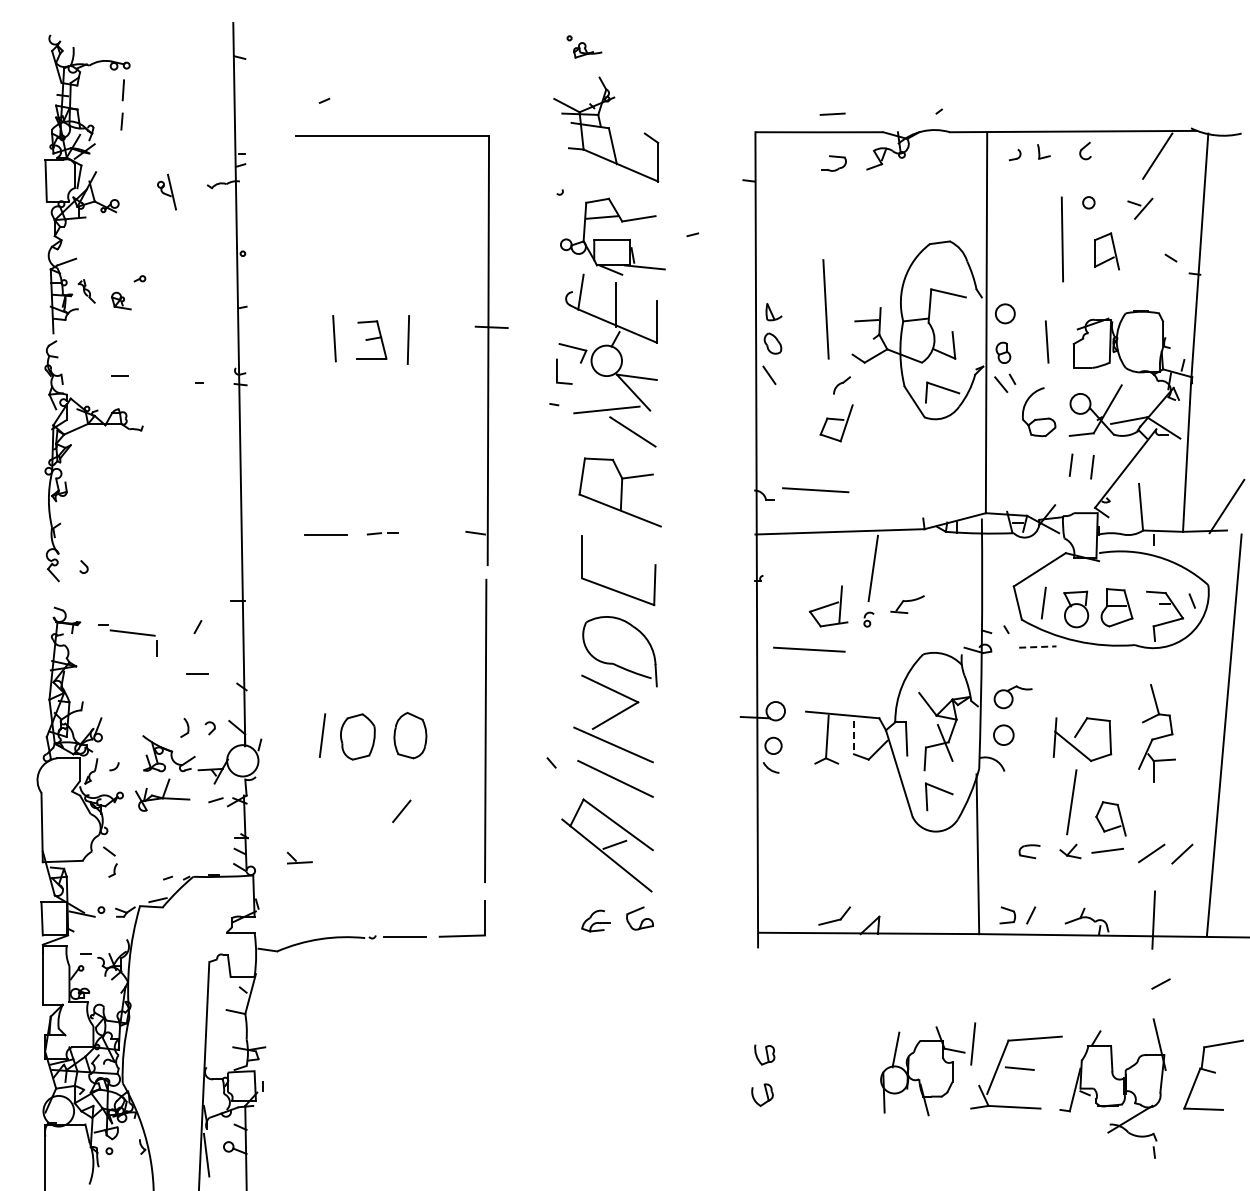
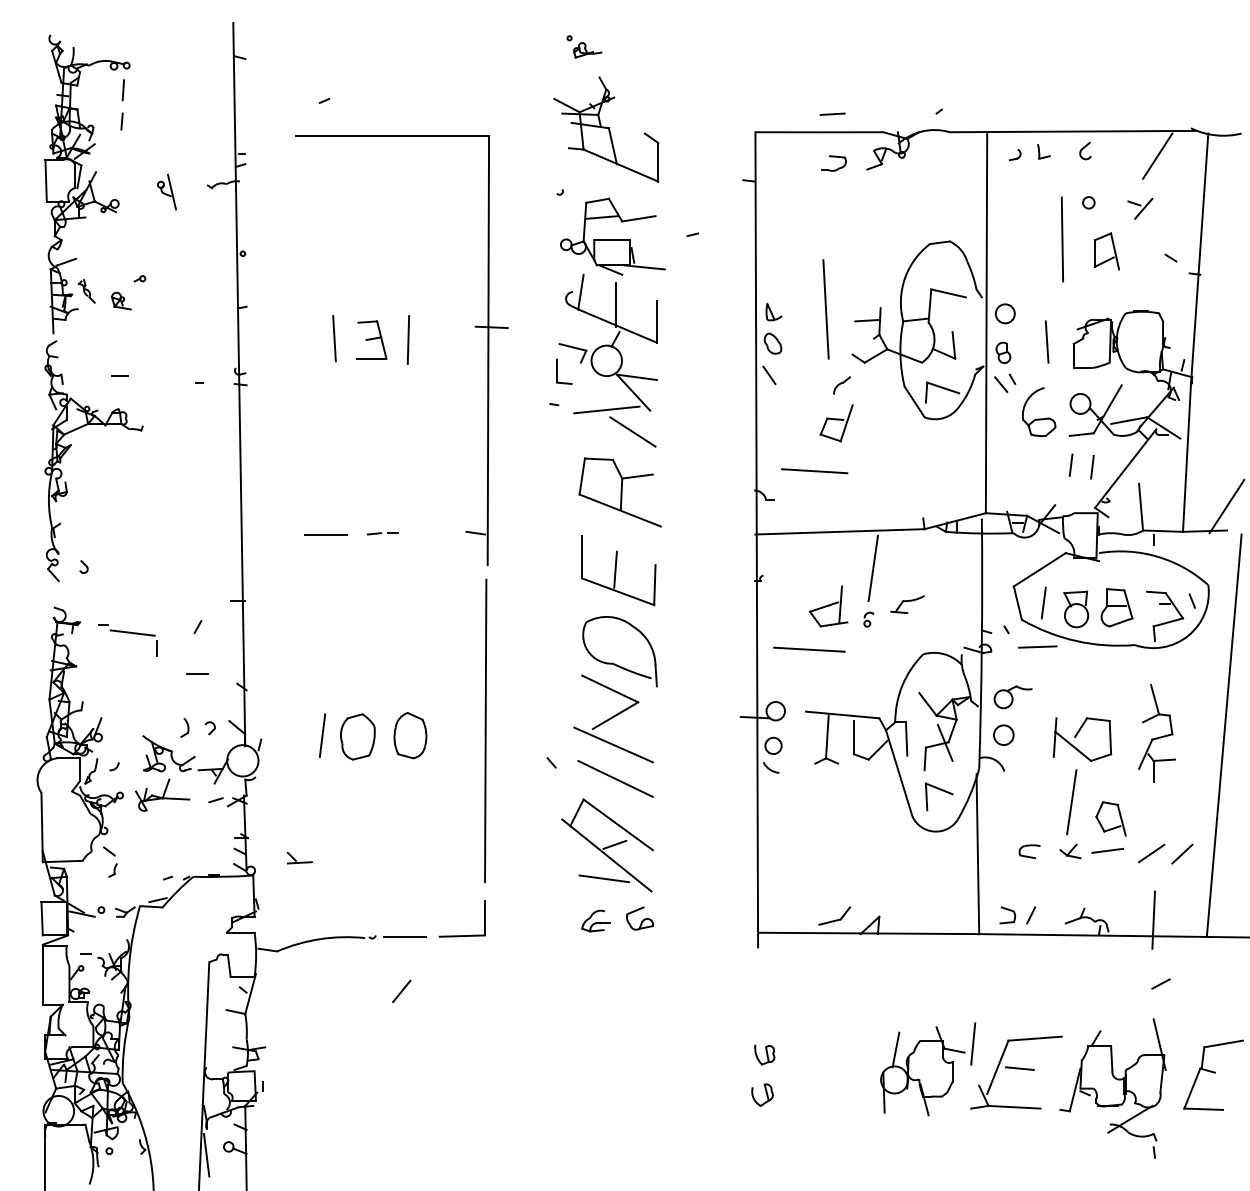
line at (815, 490) position: (815, 490) -> (814, 471)
line at (615, 569): none -> present
line at (1037, 647): dashed -> solid
line at (854, 737): dashed -> solid
line at (401, 811) position: (401, 811) -> (401, 991)
line at (603, 878): none -> present
